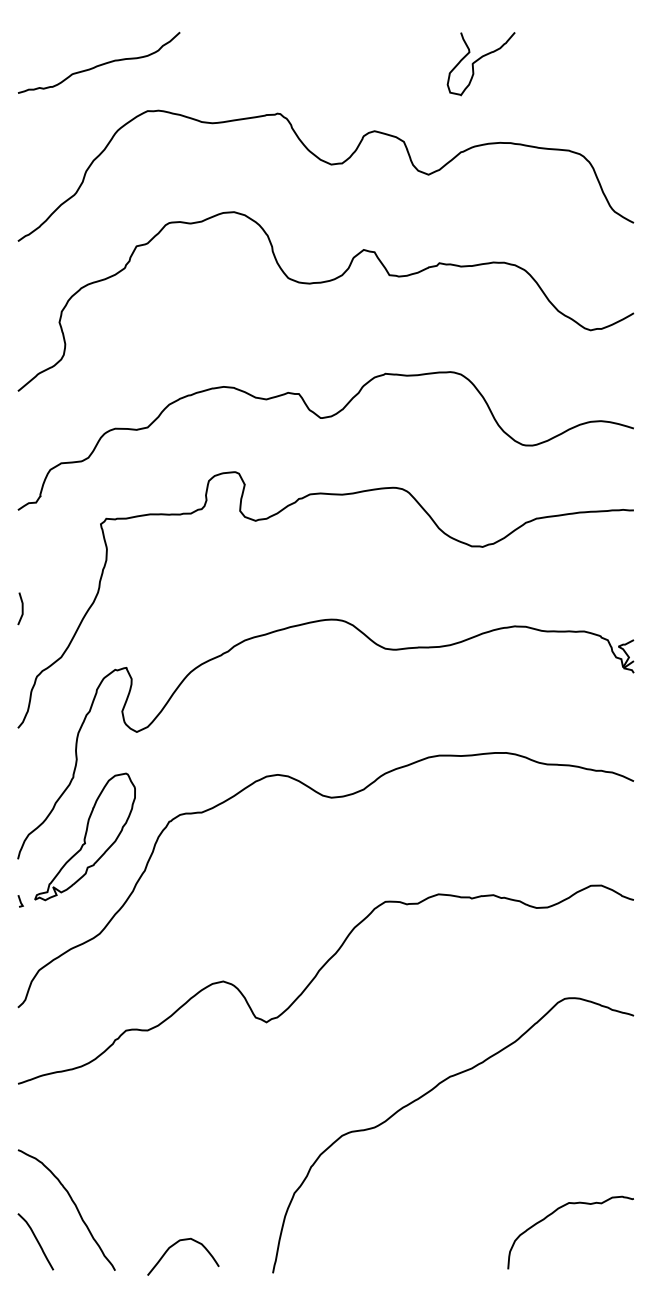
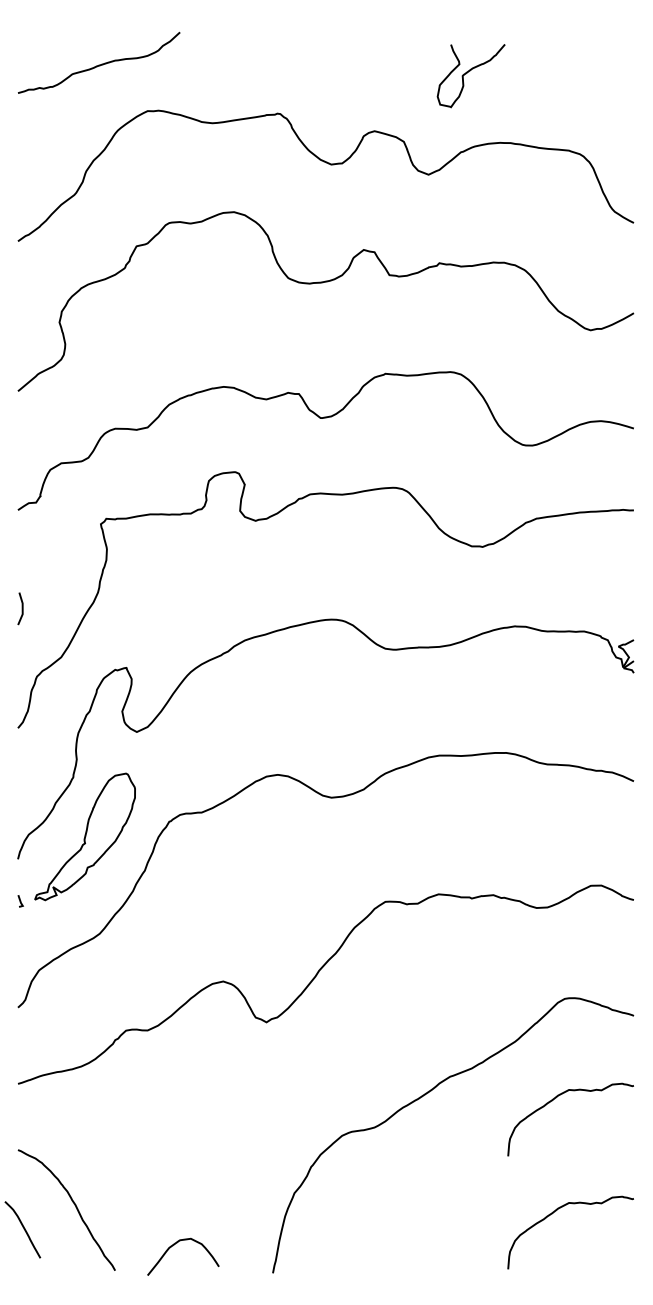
curve at (477, 61) position: (477, 61) -> (467, 73)
curve at (556, 1098): none -> present
curve at (36, 1241) position: (36, 1241) -> (23, 1229)
